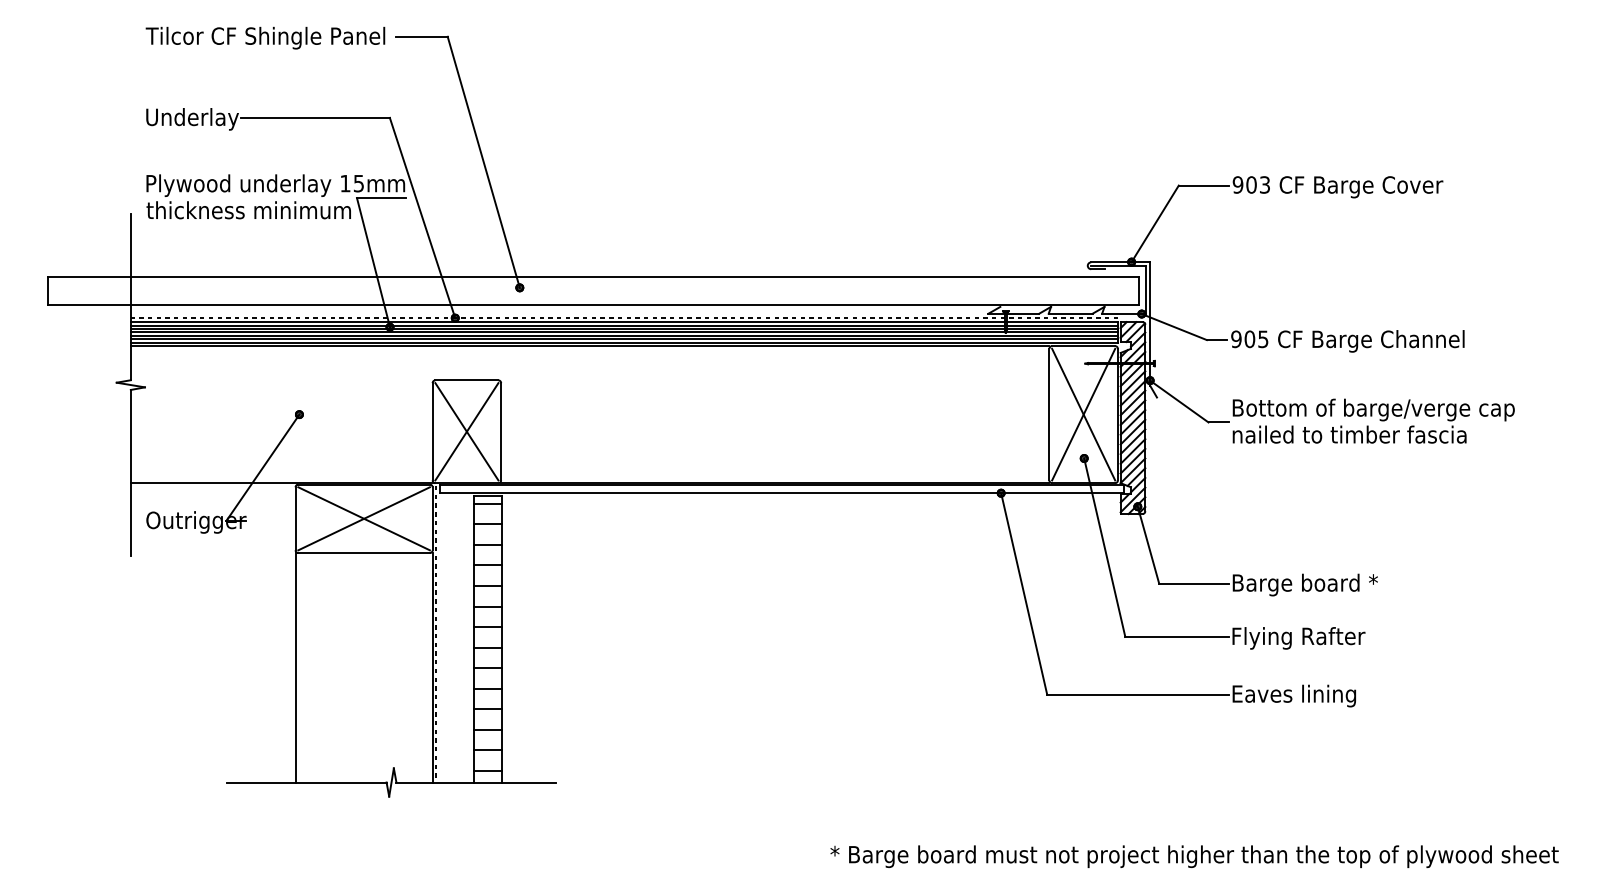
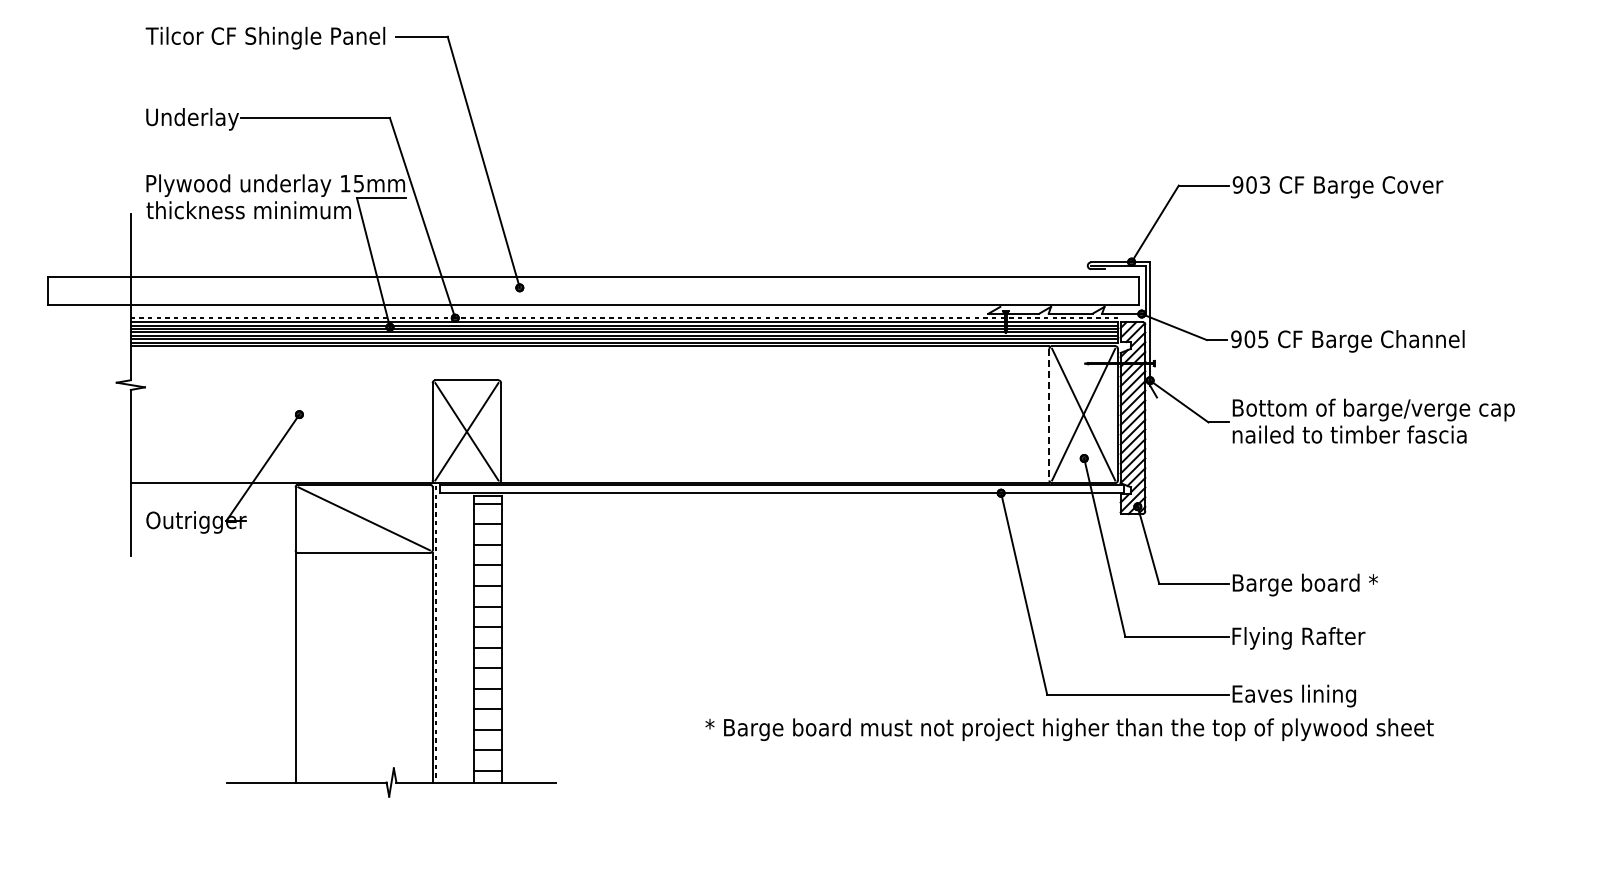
line at (1049, 414): solid -> dashed
line at (363, 518): present -> none
text at (1194, 856) position: (1194, 856) -> (1069, 729)
